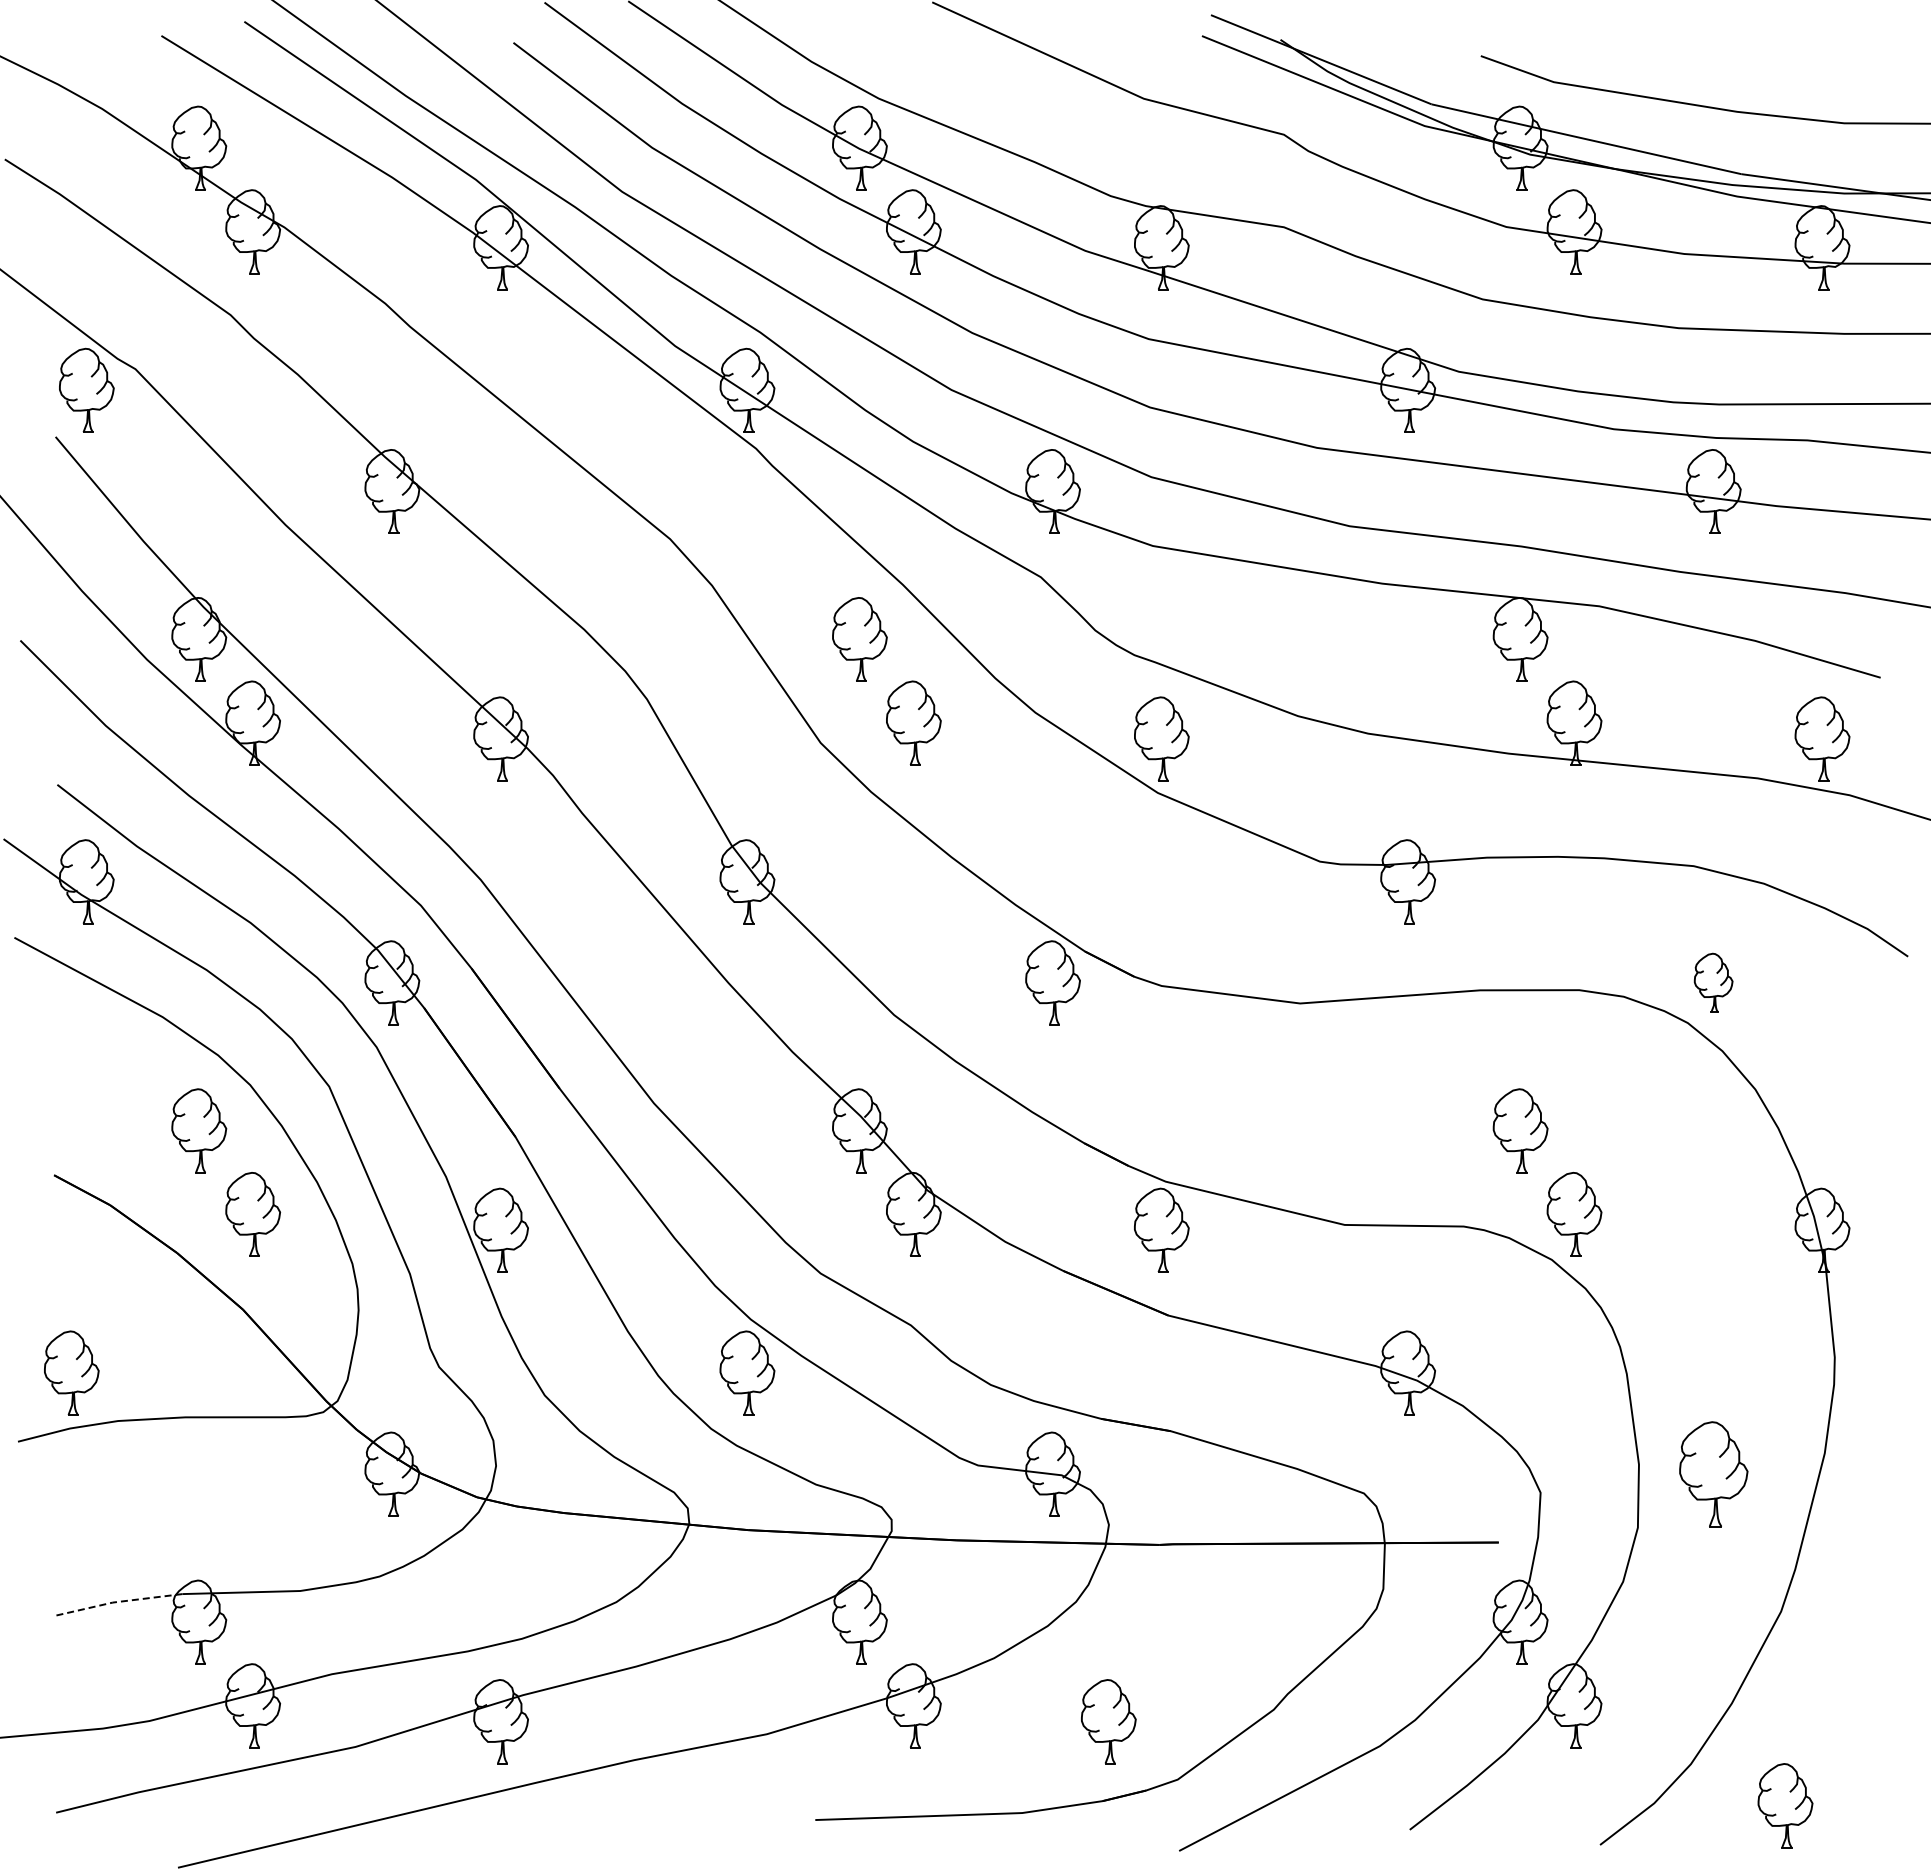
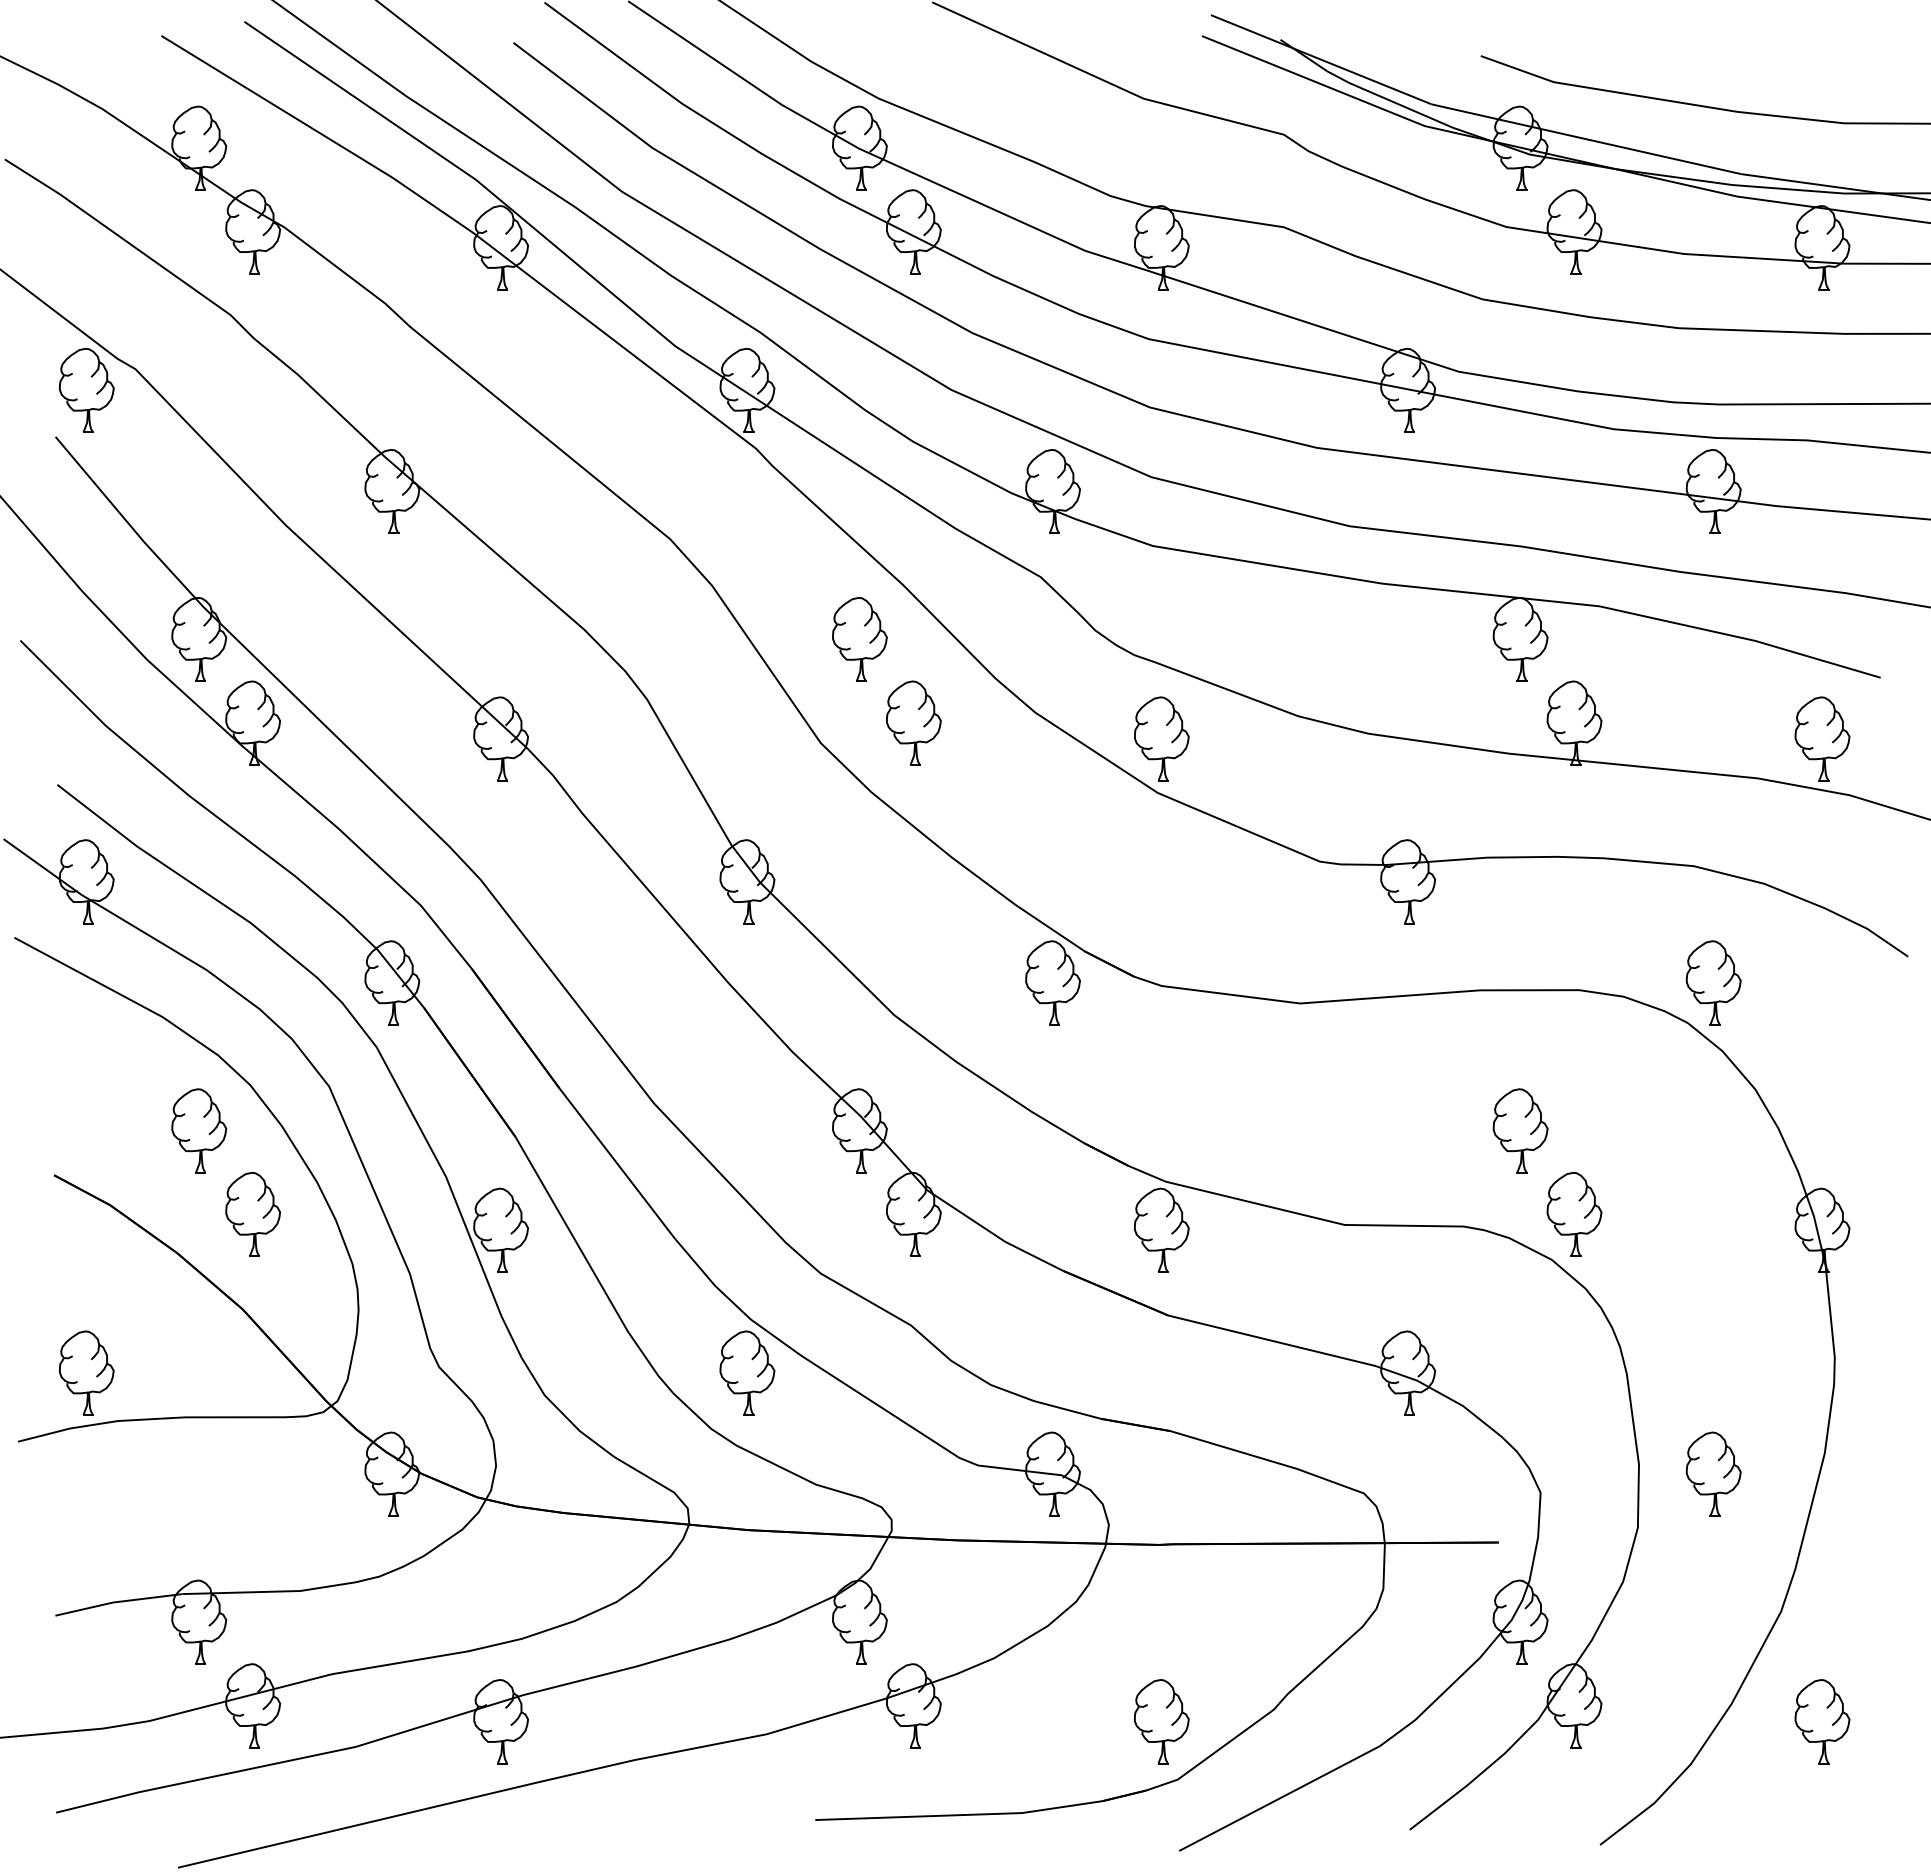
part at (1713, 982) size: 41x61 px -> 57x86 px
part at (71, 1372) position: (71, 1372) -> (86, 1372)
part at (1713, 1474) size: 70x107 px -> 57x86 px
line at (117, 1601): dashed -> solid
part at (1108, 1721) position: (1108, 1721) -> (1161, 1721)
part at (1785, 1805) position: (1785, 1805) -> (1822, 1721)
